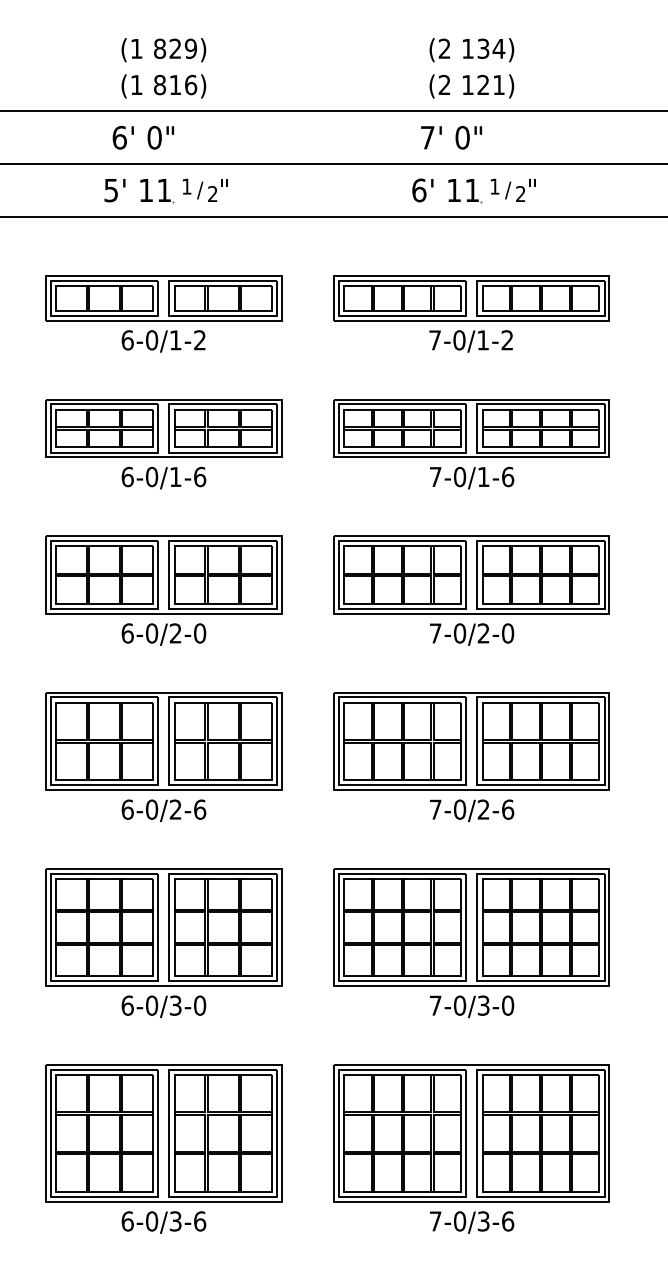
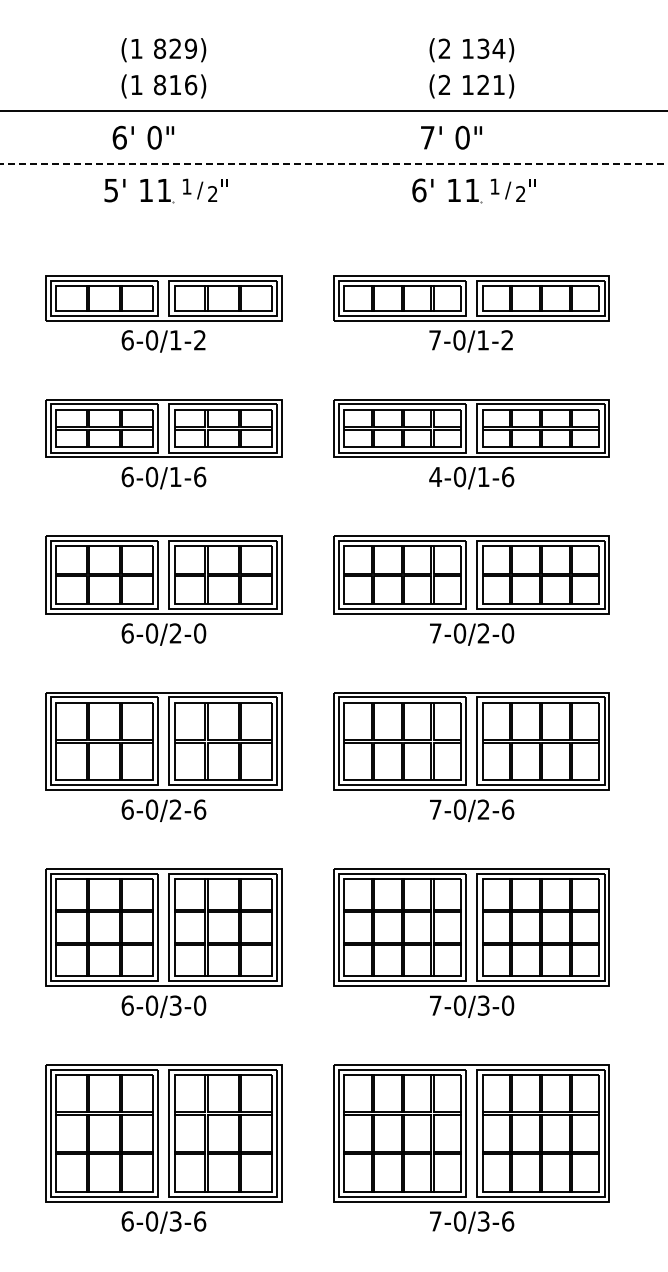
line at (334, 164): solid -> dashed
line at (333, 216): present -> none
text at (435, 476): 7-0/1-6 -> 4-0/1-6
